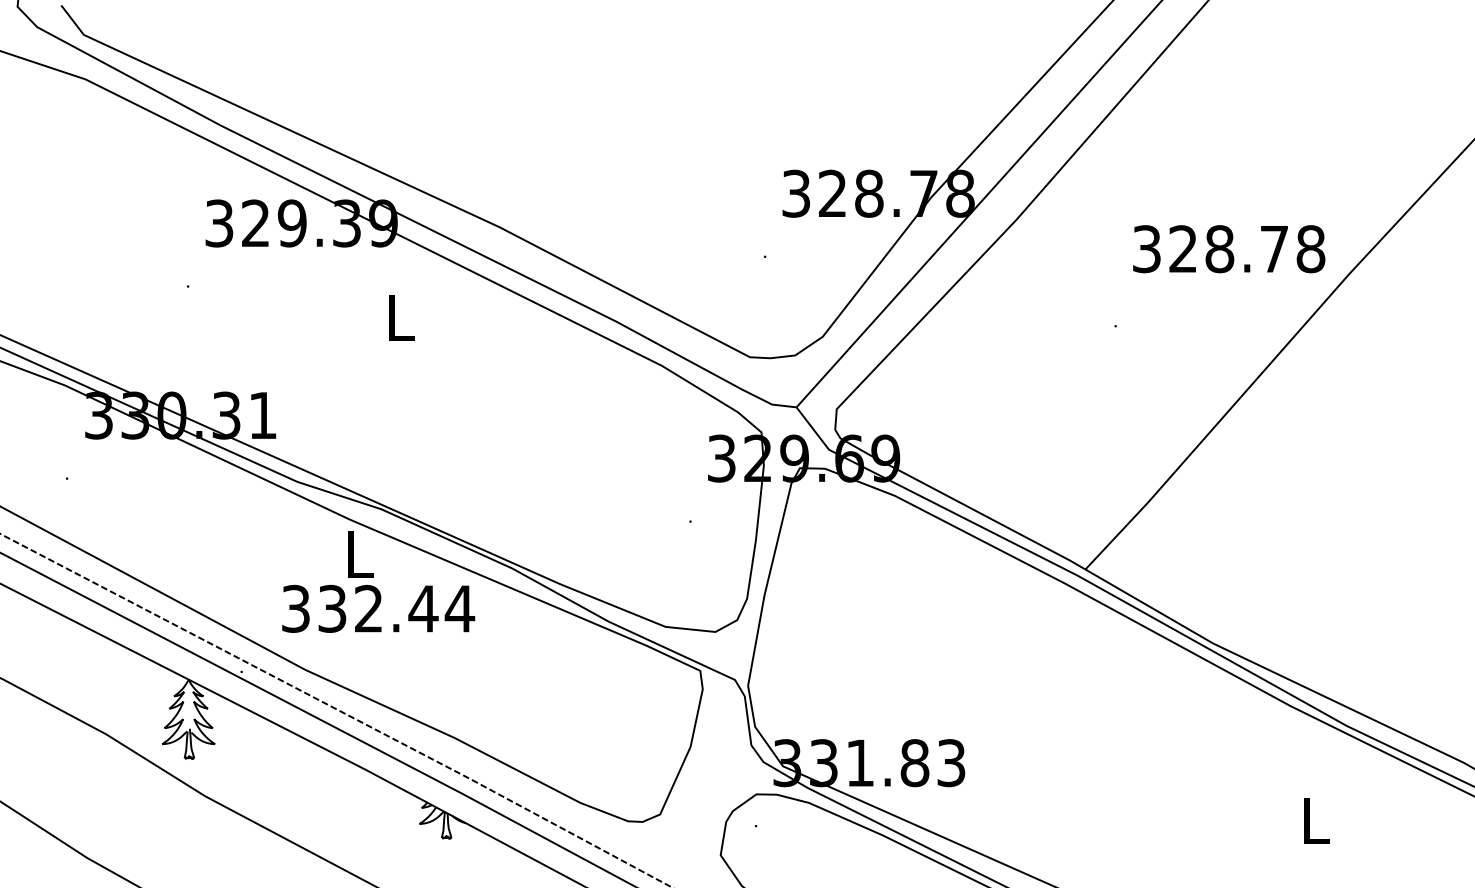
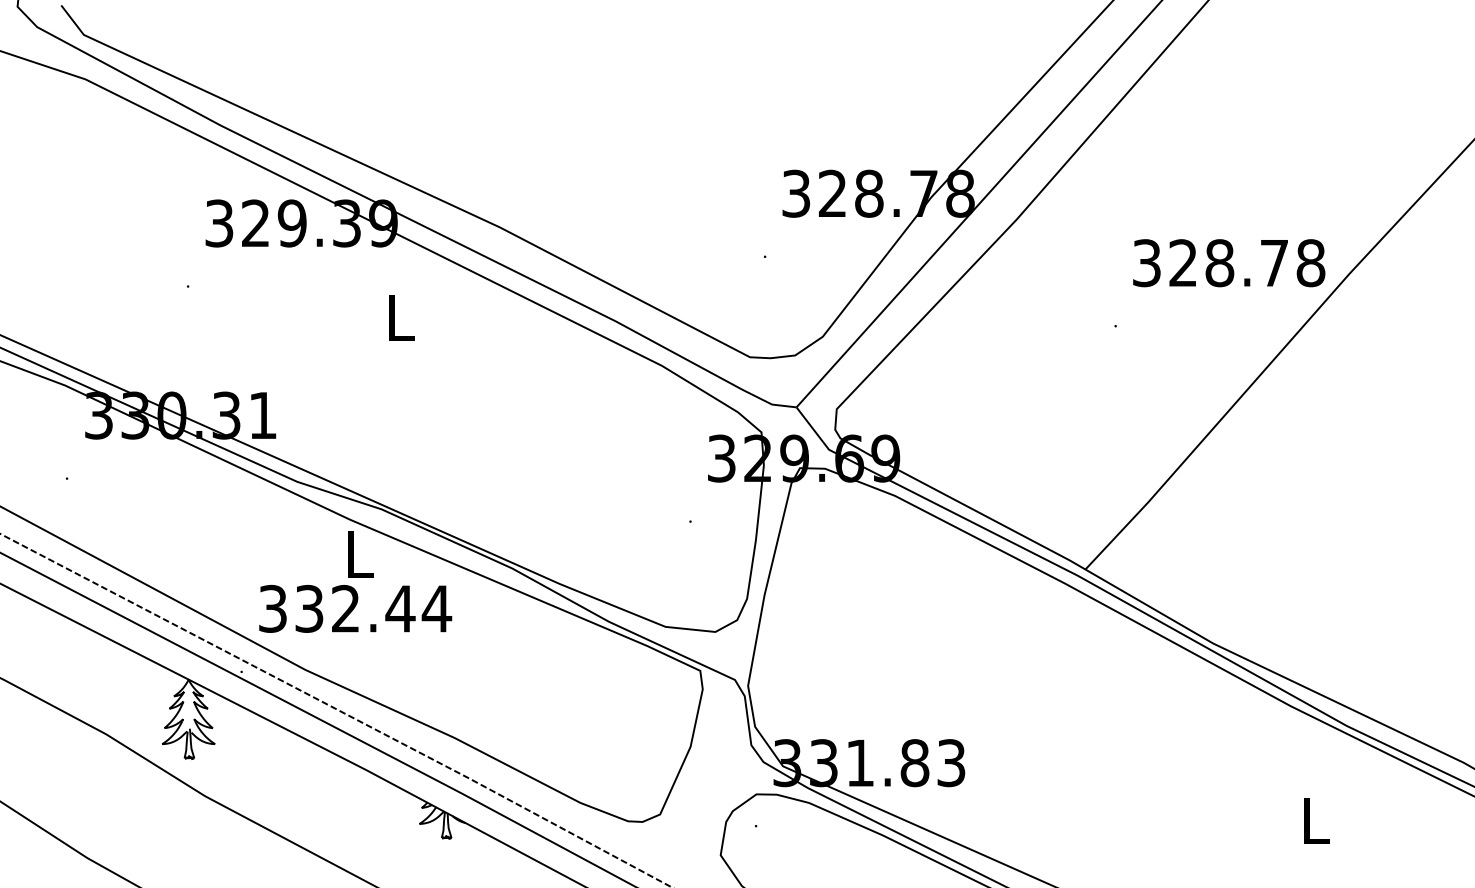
text at (1229, 249) position: (1229, 249) -> (1229, 263)
text at (378, 608) position: (378, 608) -> (355, 608)
